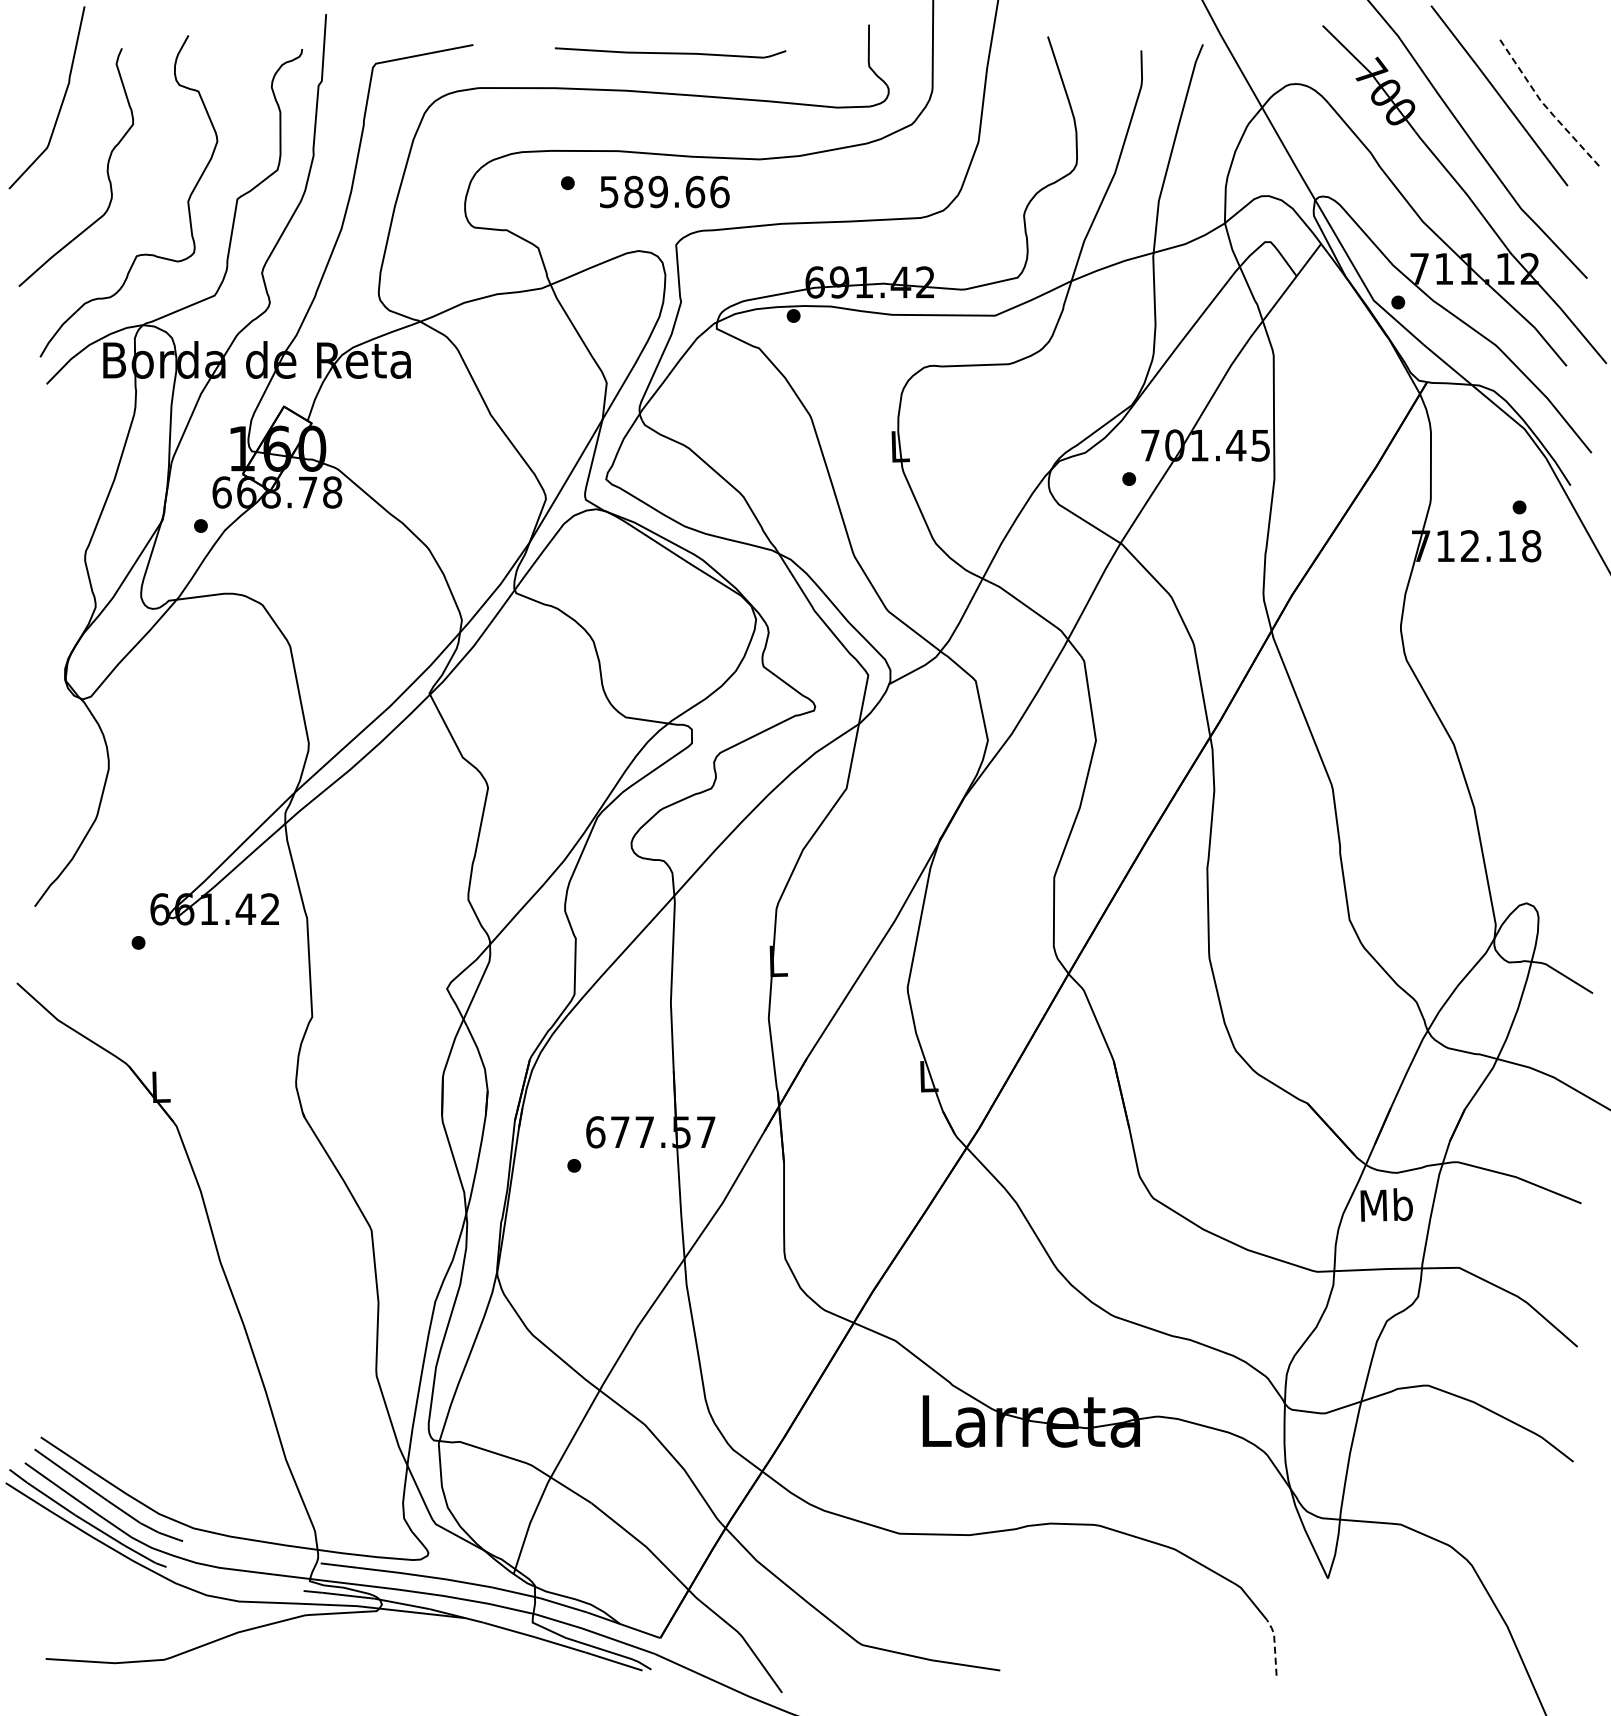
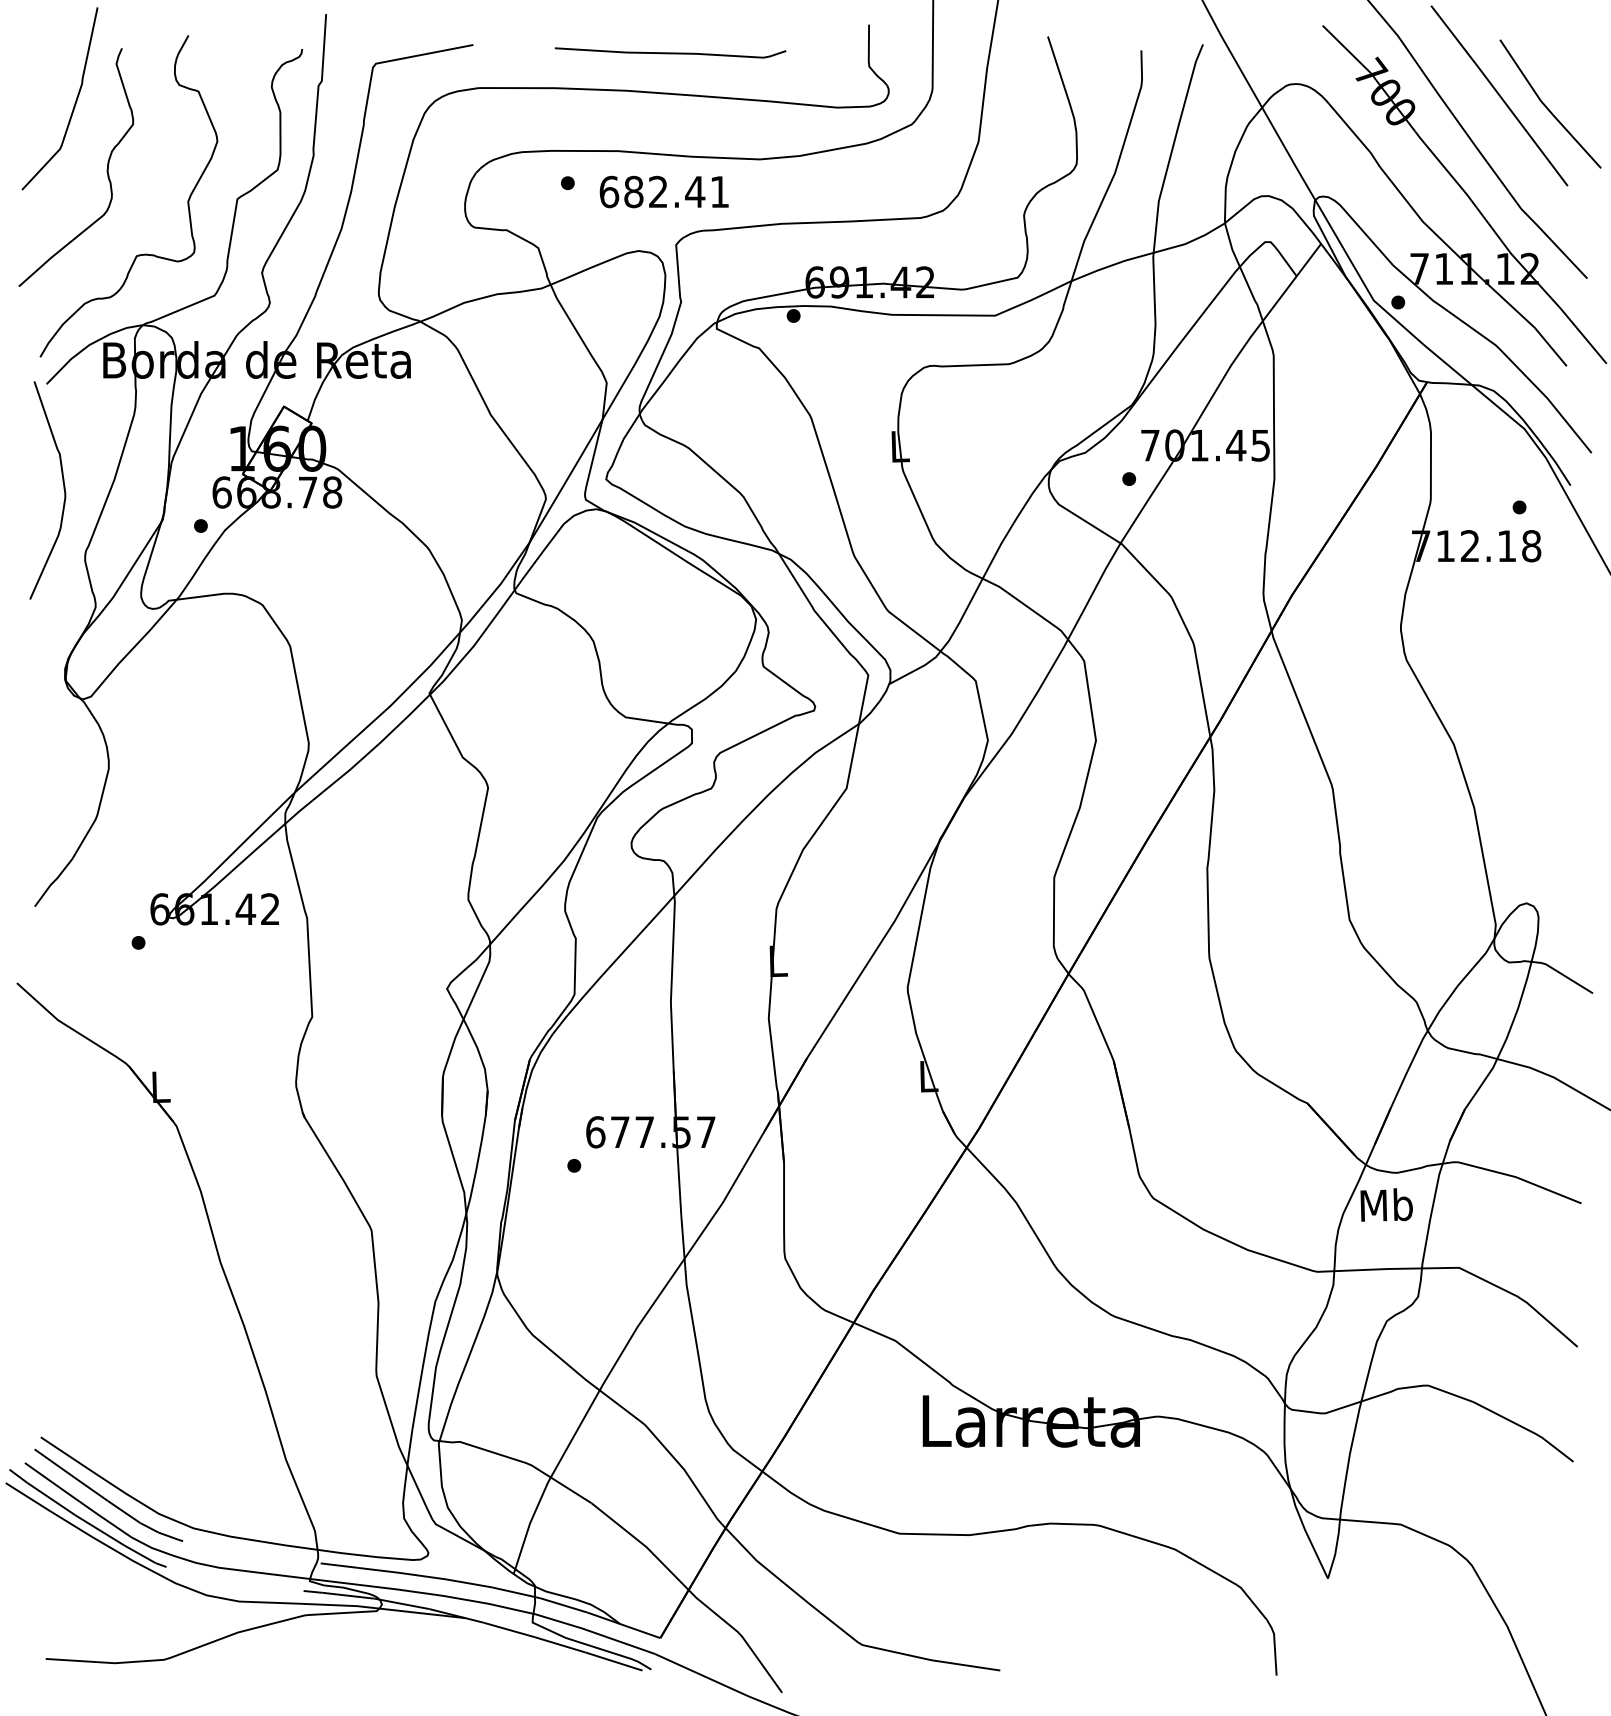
curve at (61, 102) position: (61, 102) -> (74, 103)
line at (1546, 107): dashed -> solid
text at (664, 191): 589.66 -> 682.41
curve at (63, 489): none -> present
line at (1274, 1644): dashed -> solid
